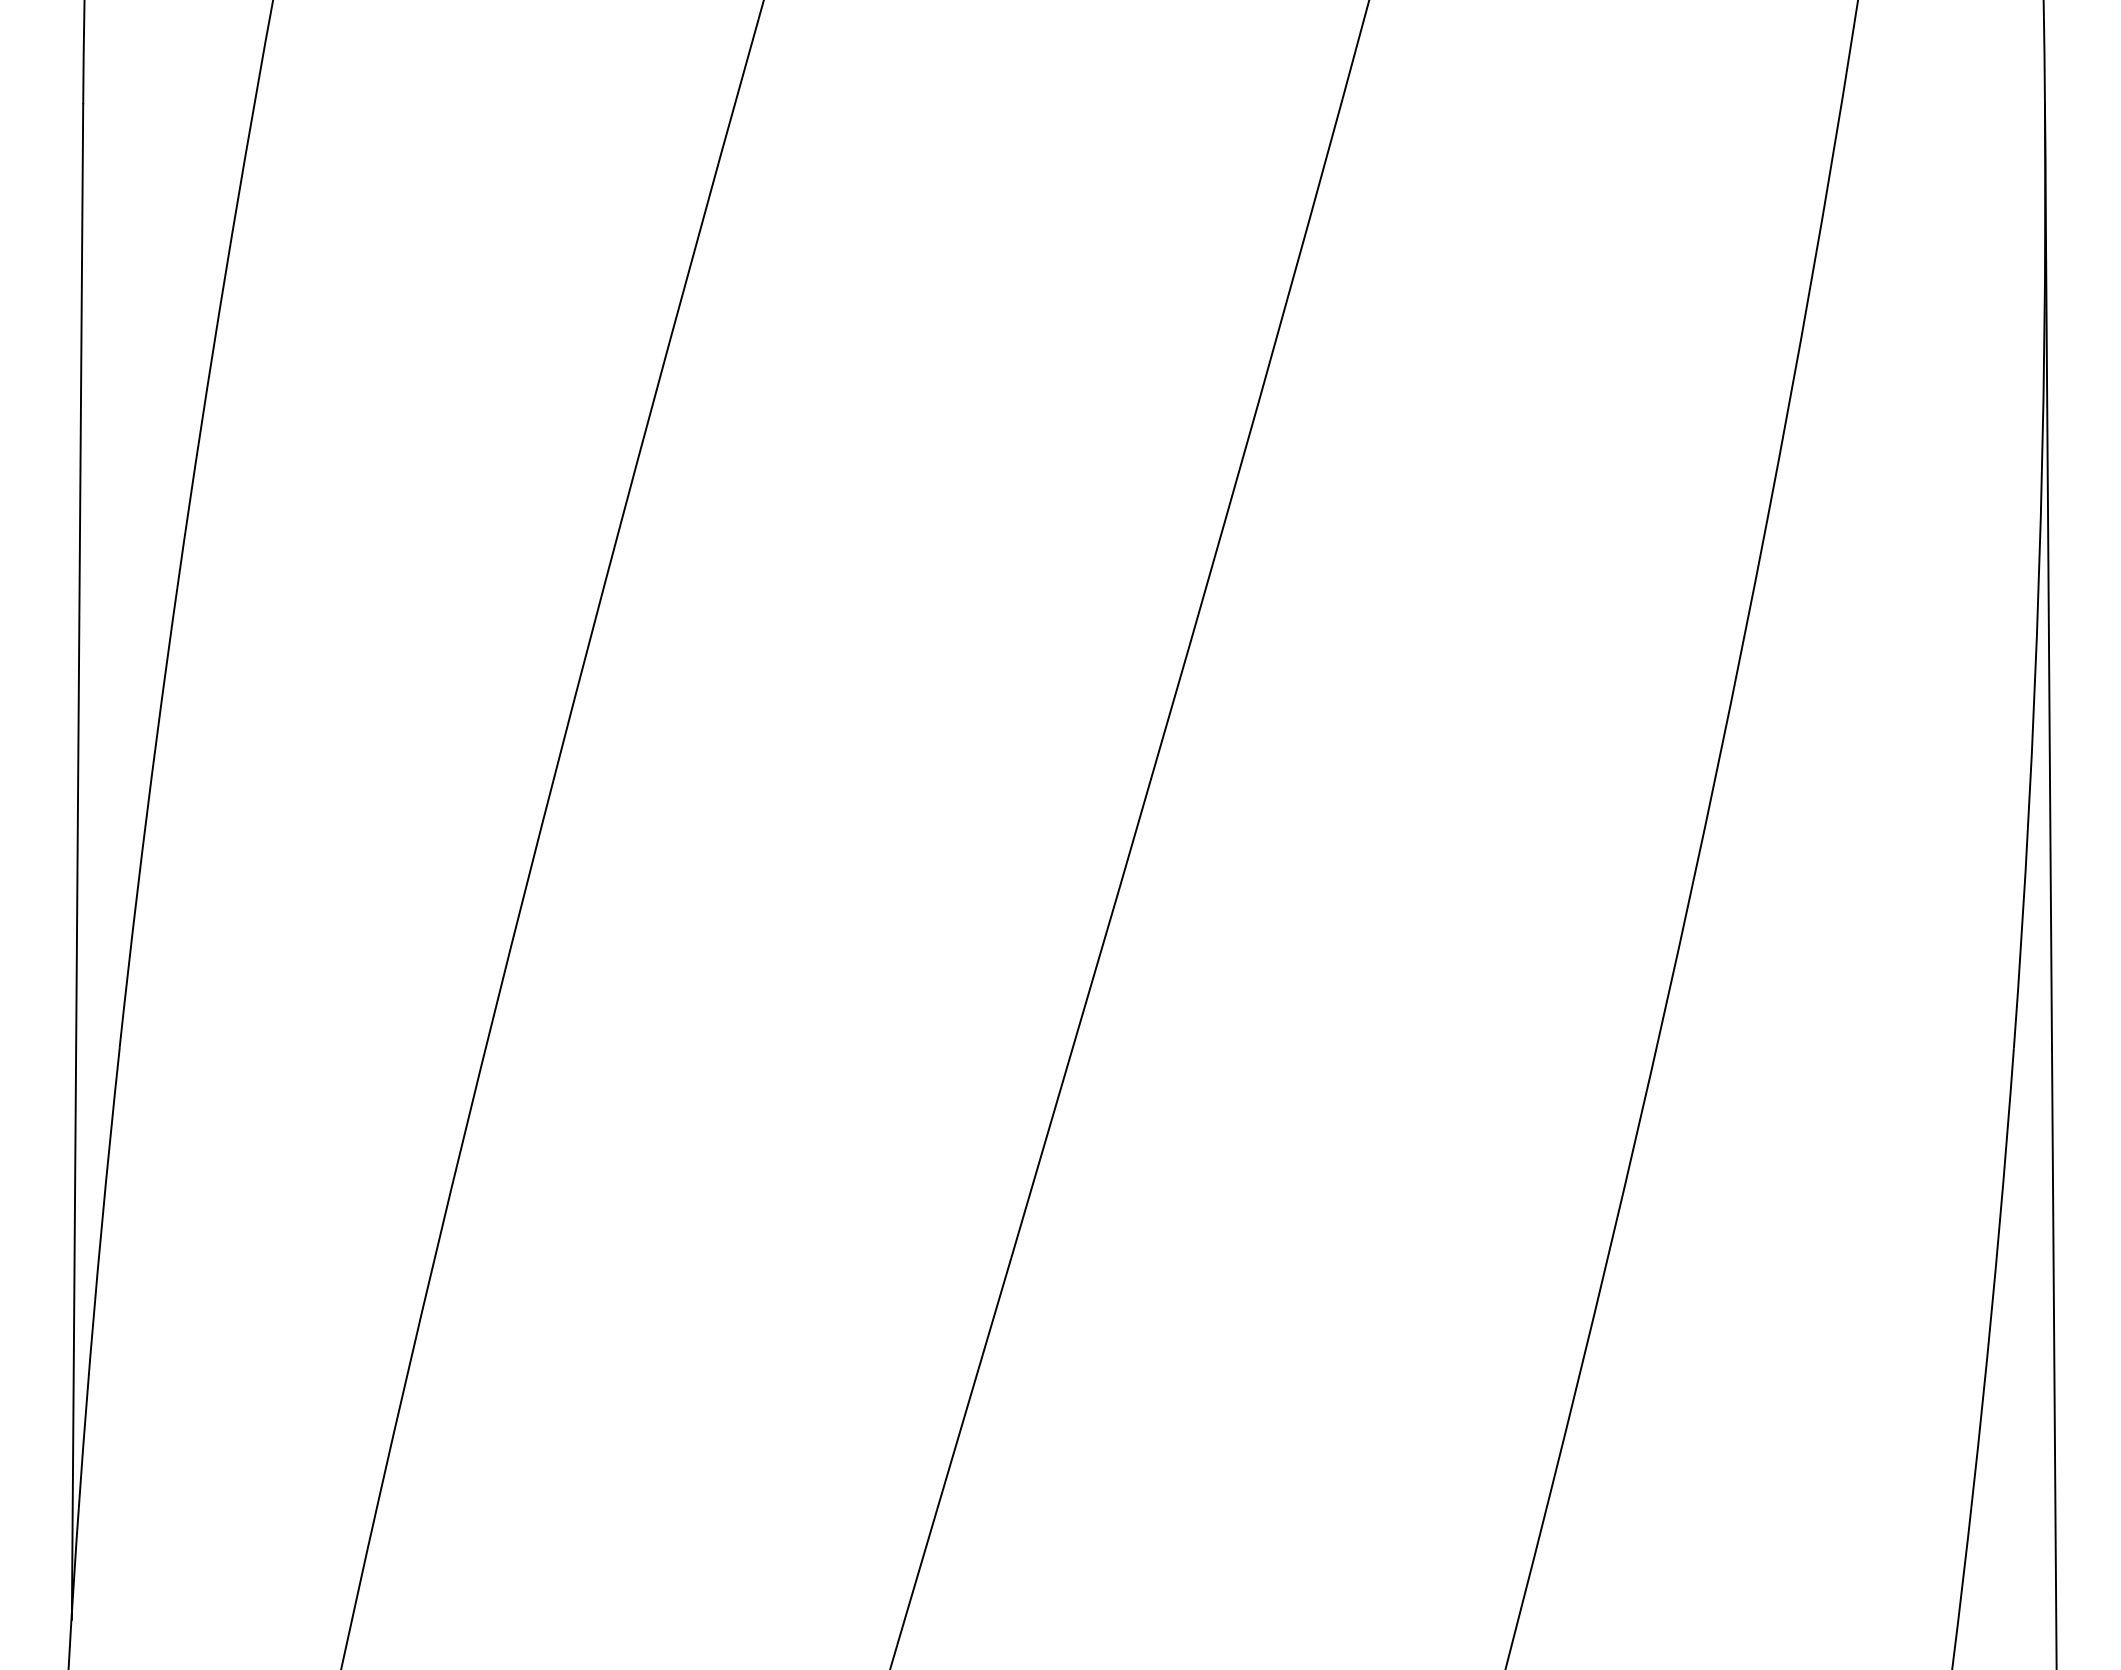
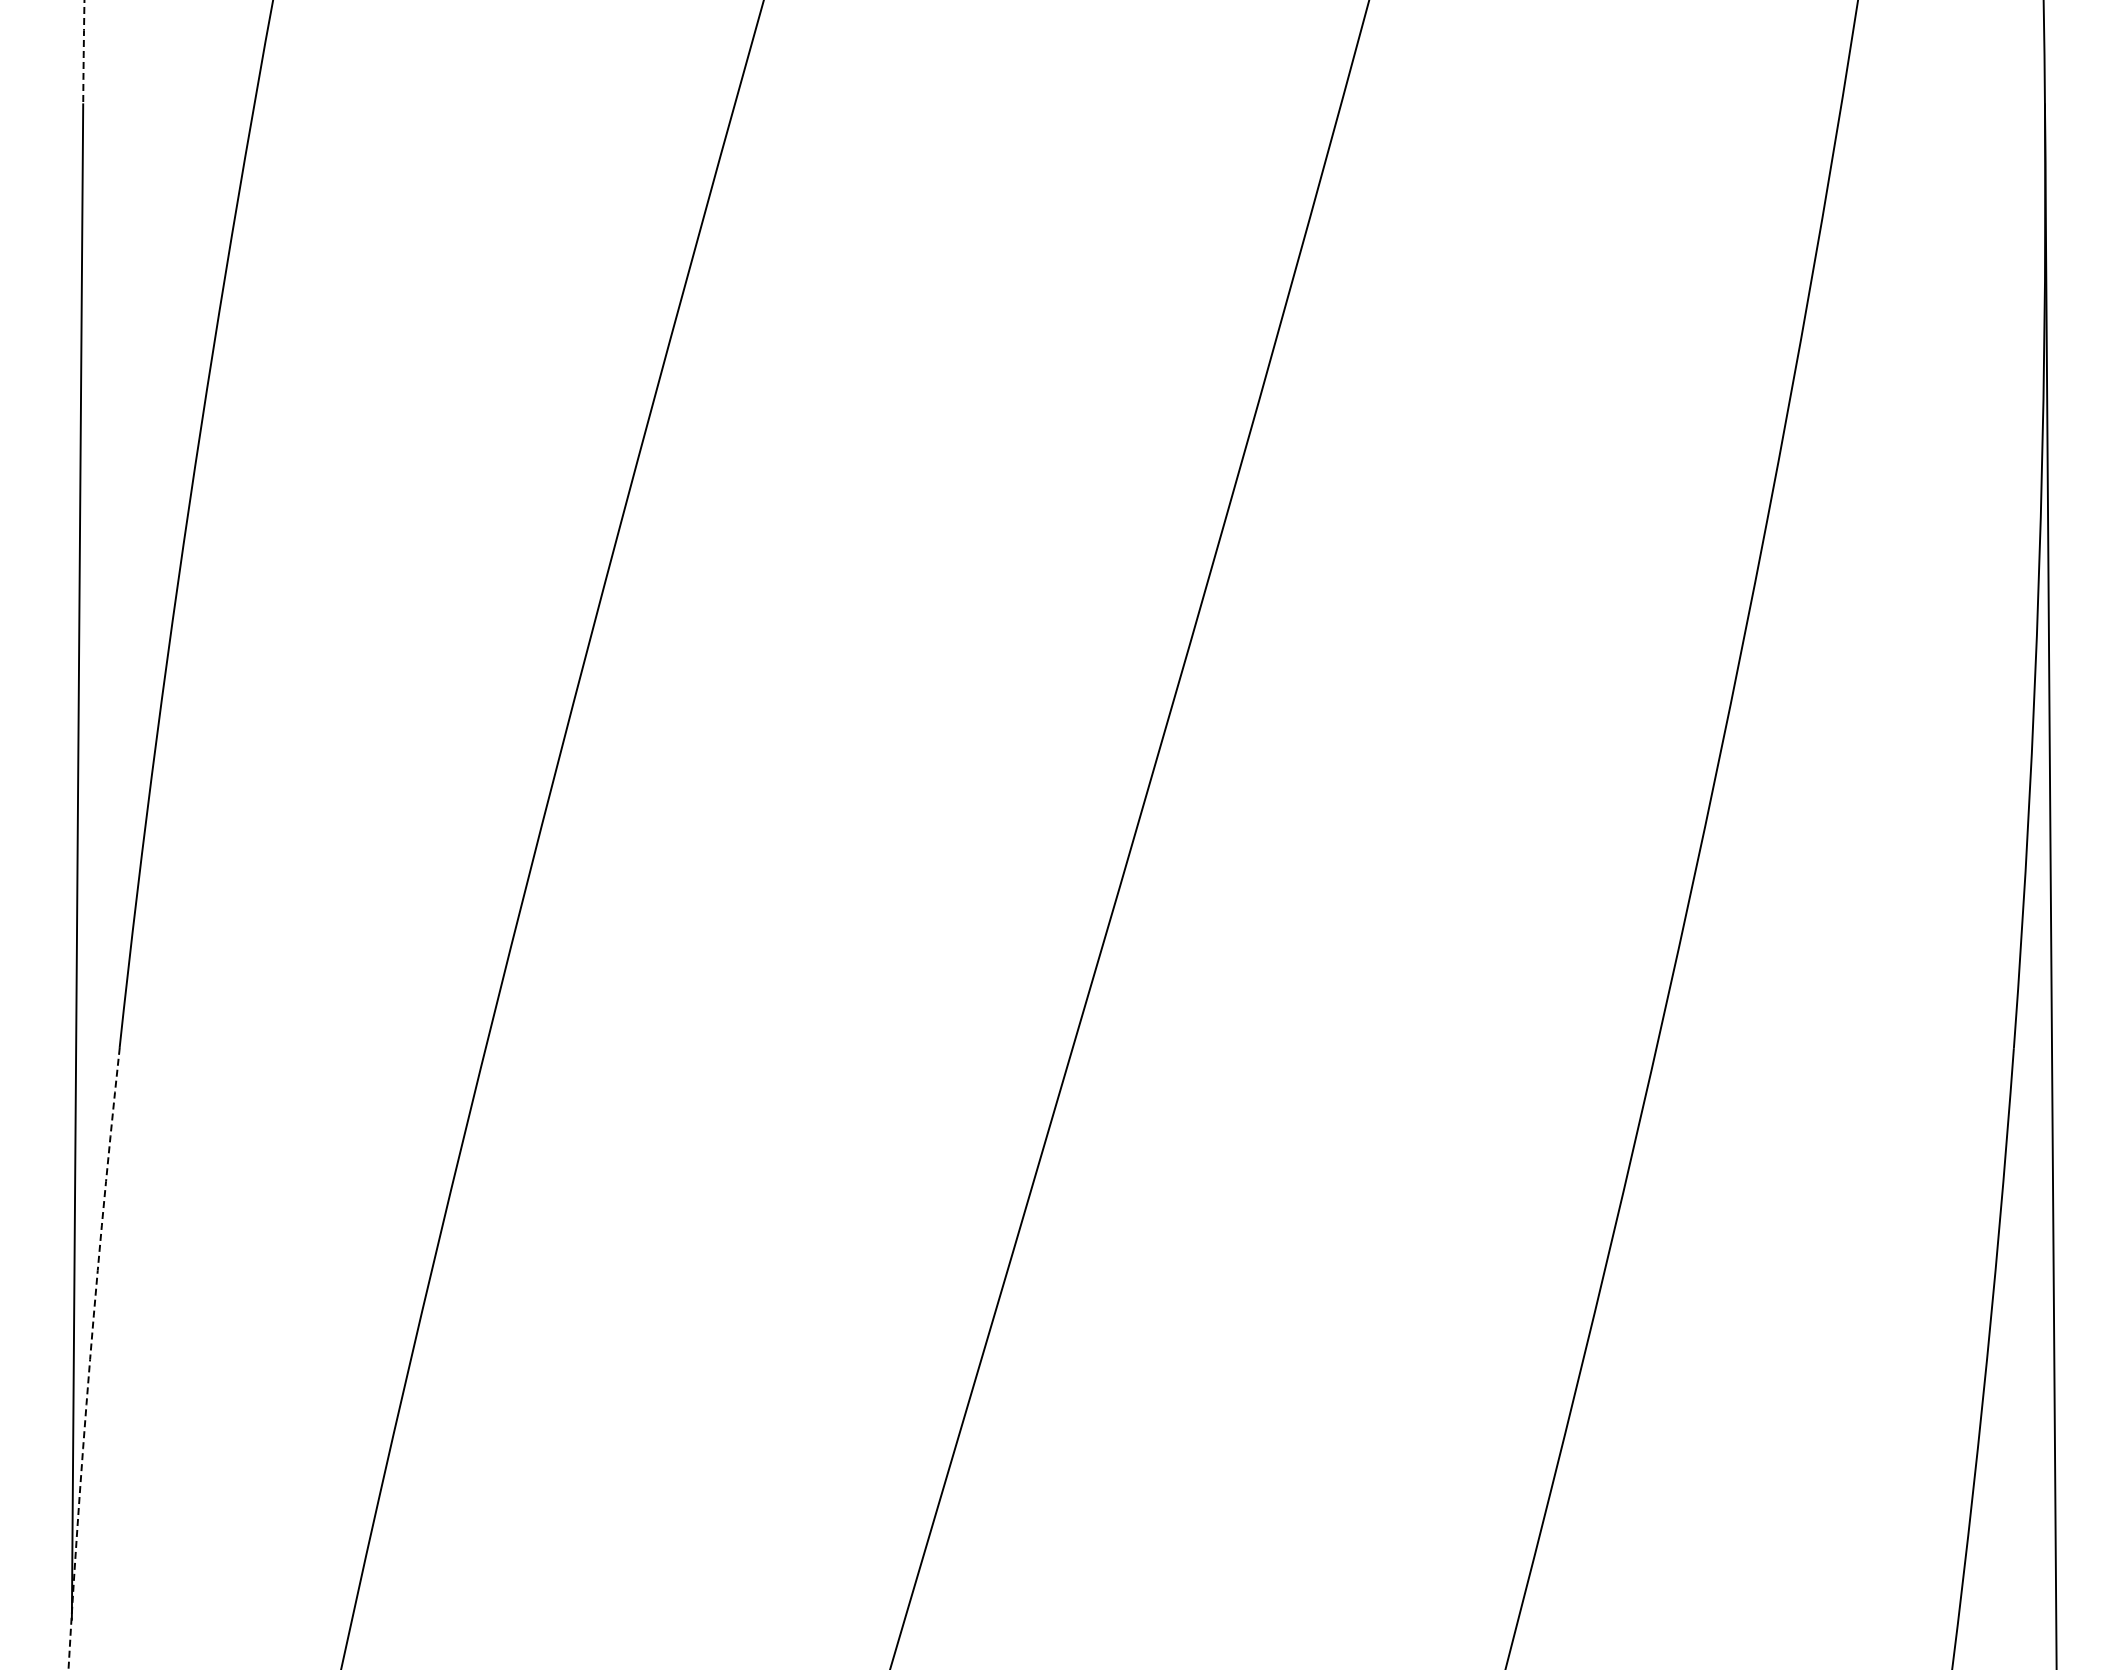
arc at (83, 52): solid -> dashed
arc at (90, 1358): solid -> dashed
